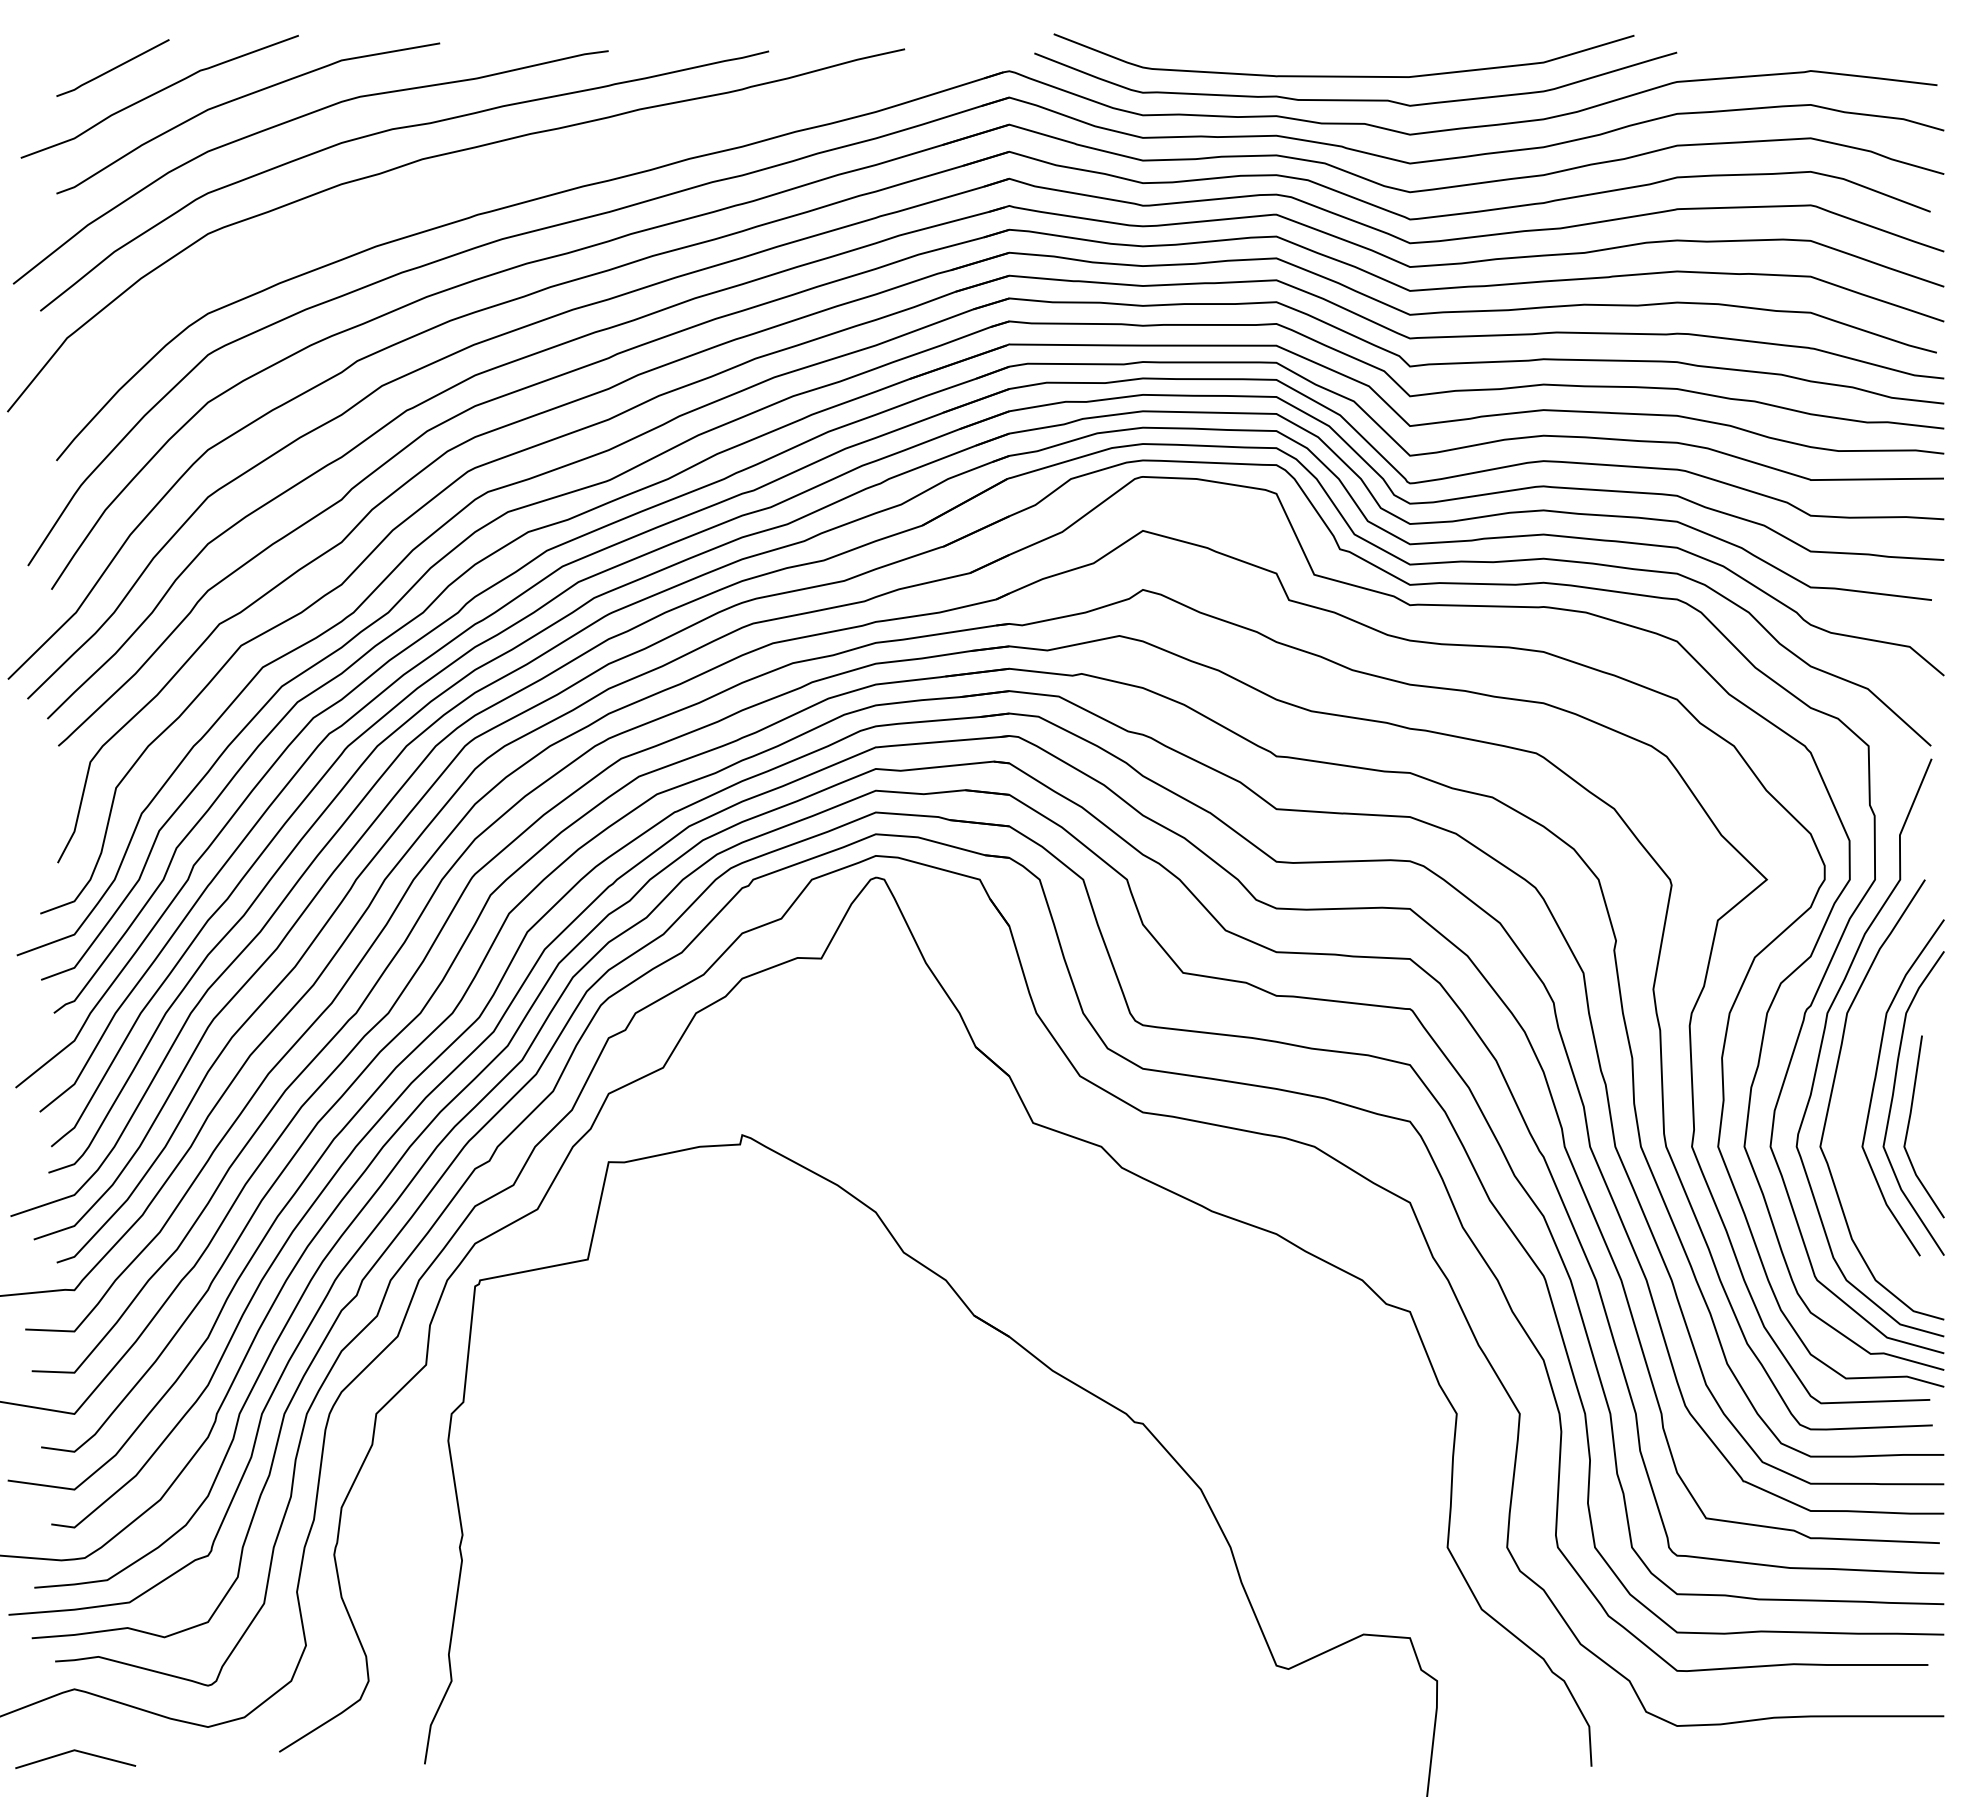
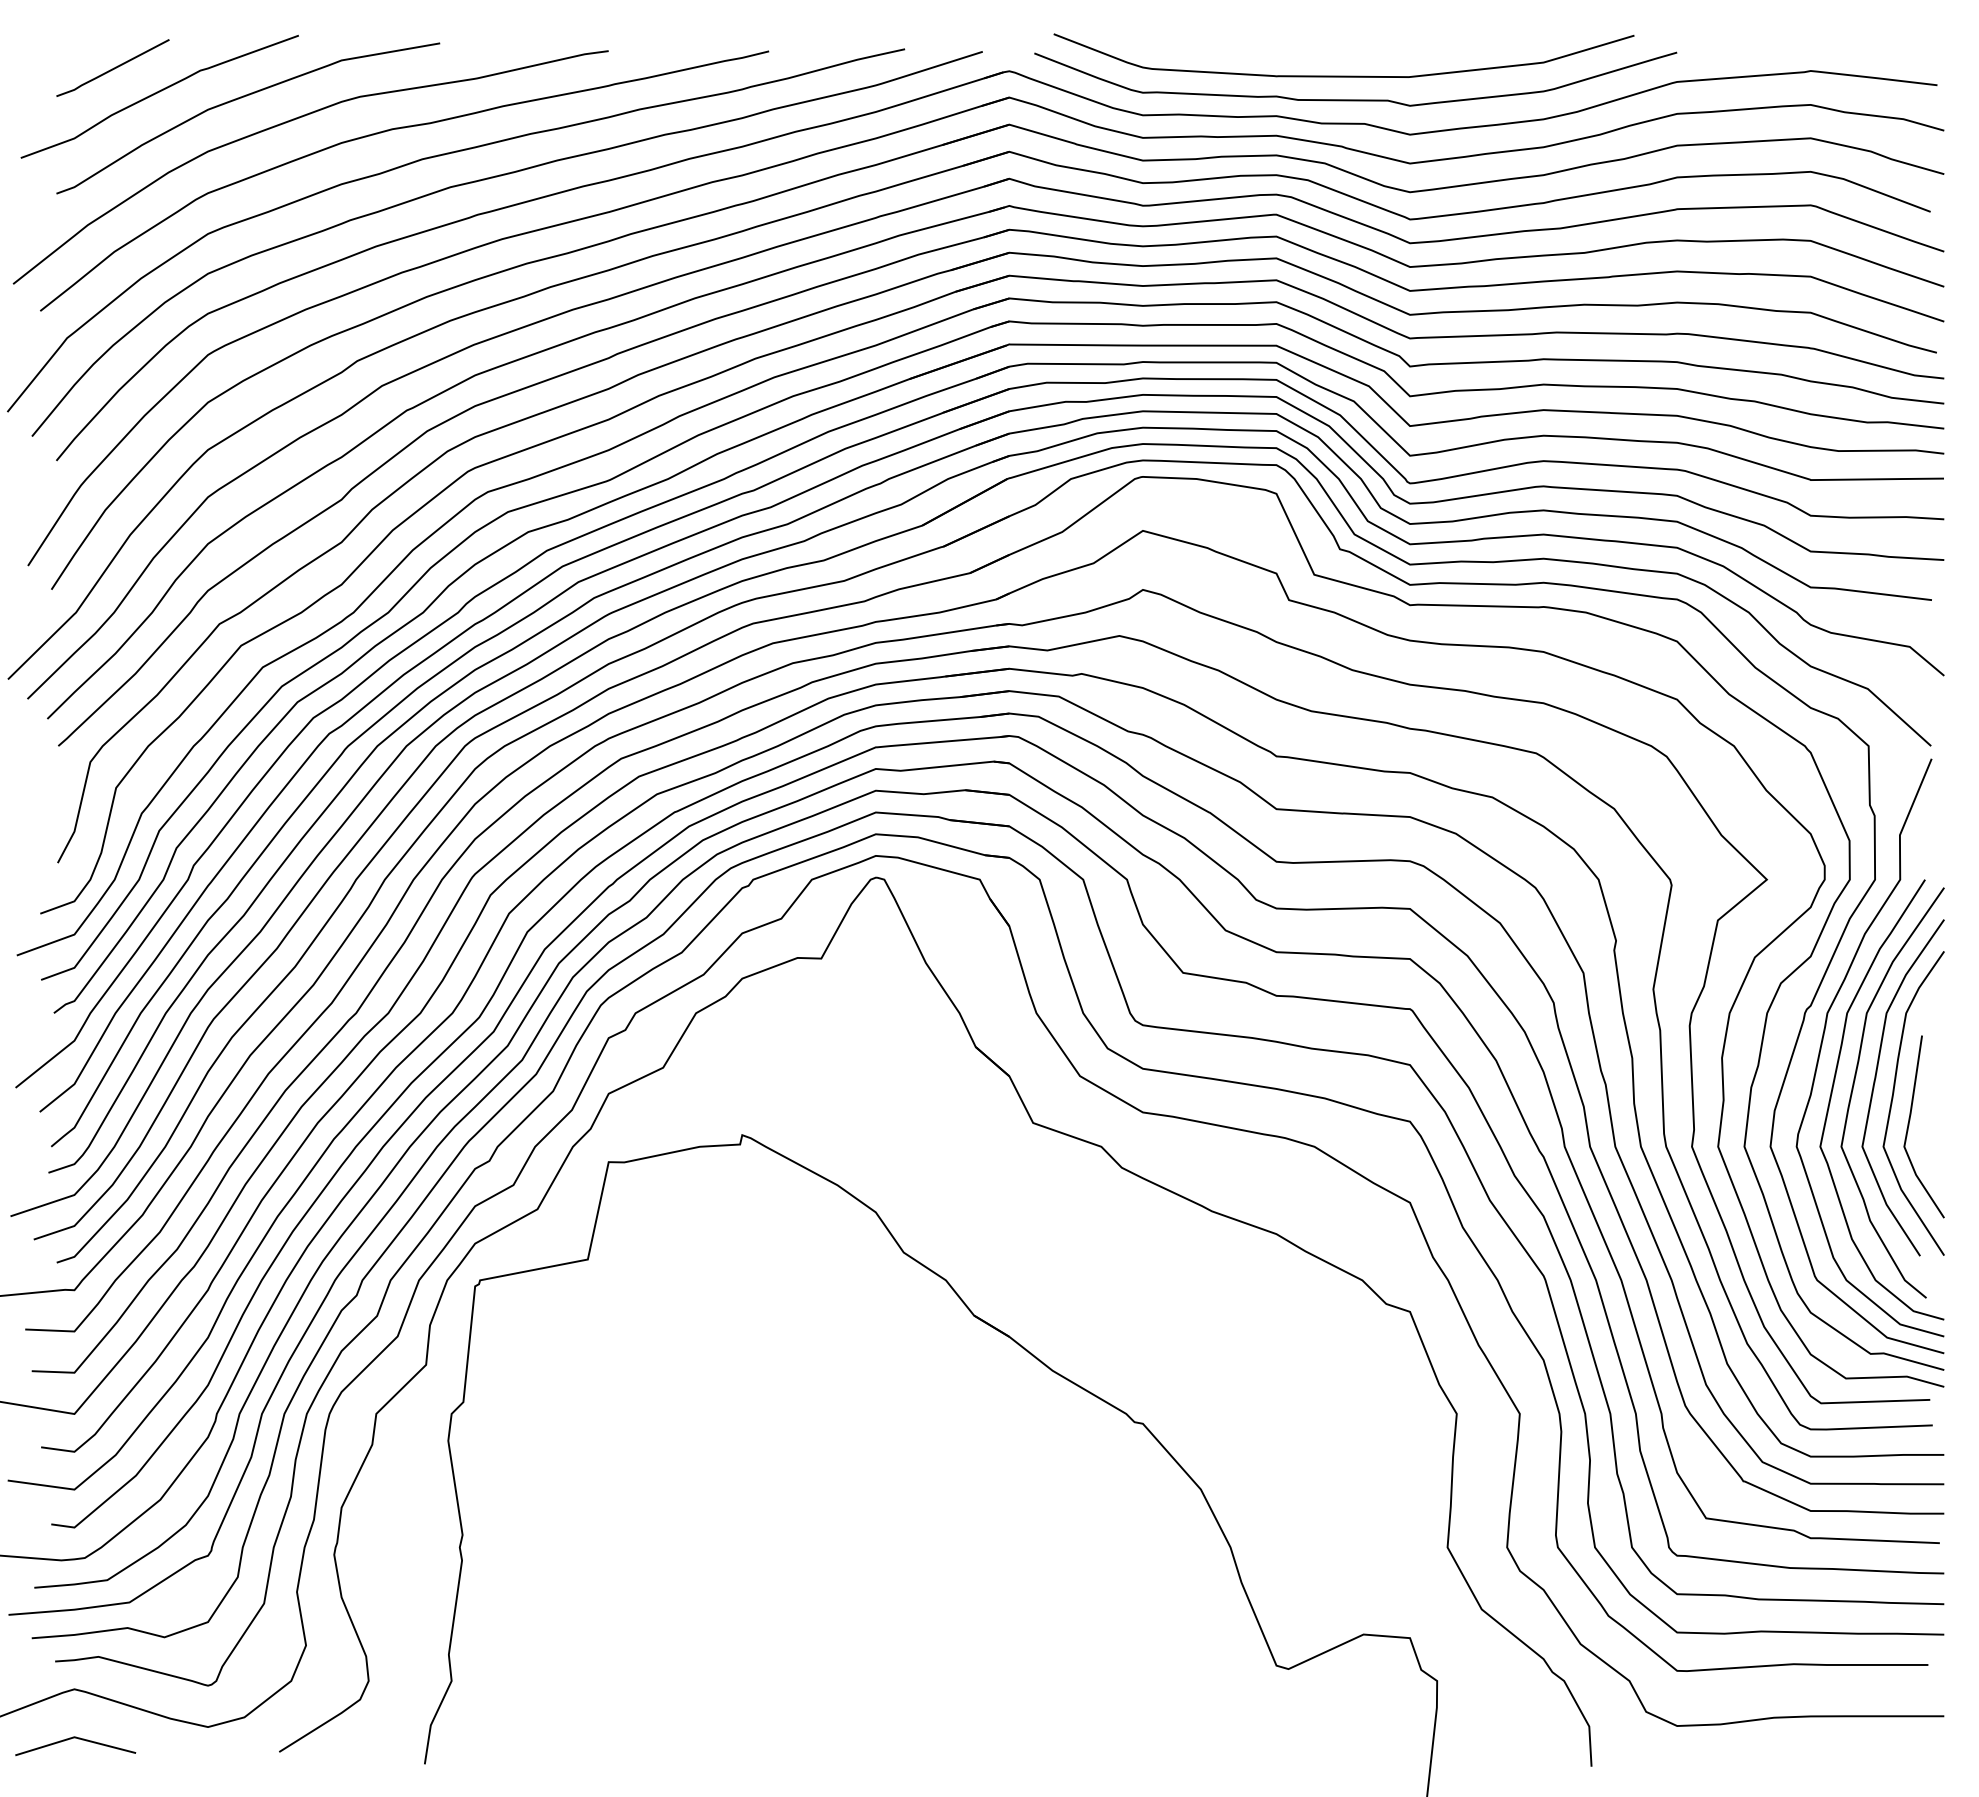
curve at (493, 178): none -> present
curve at (1854, 1085): none -> present
line at (78, 1752) position: (78, 1752) -> (78, 1739)
